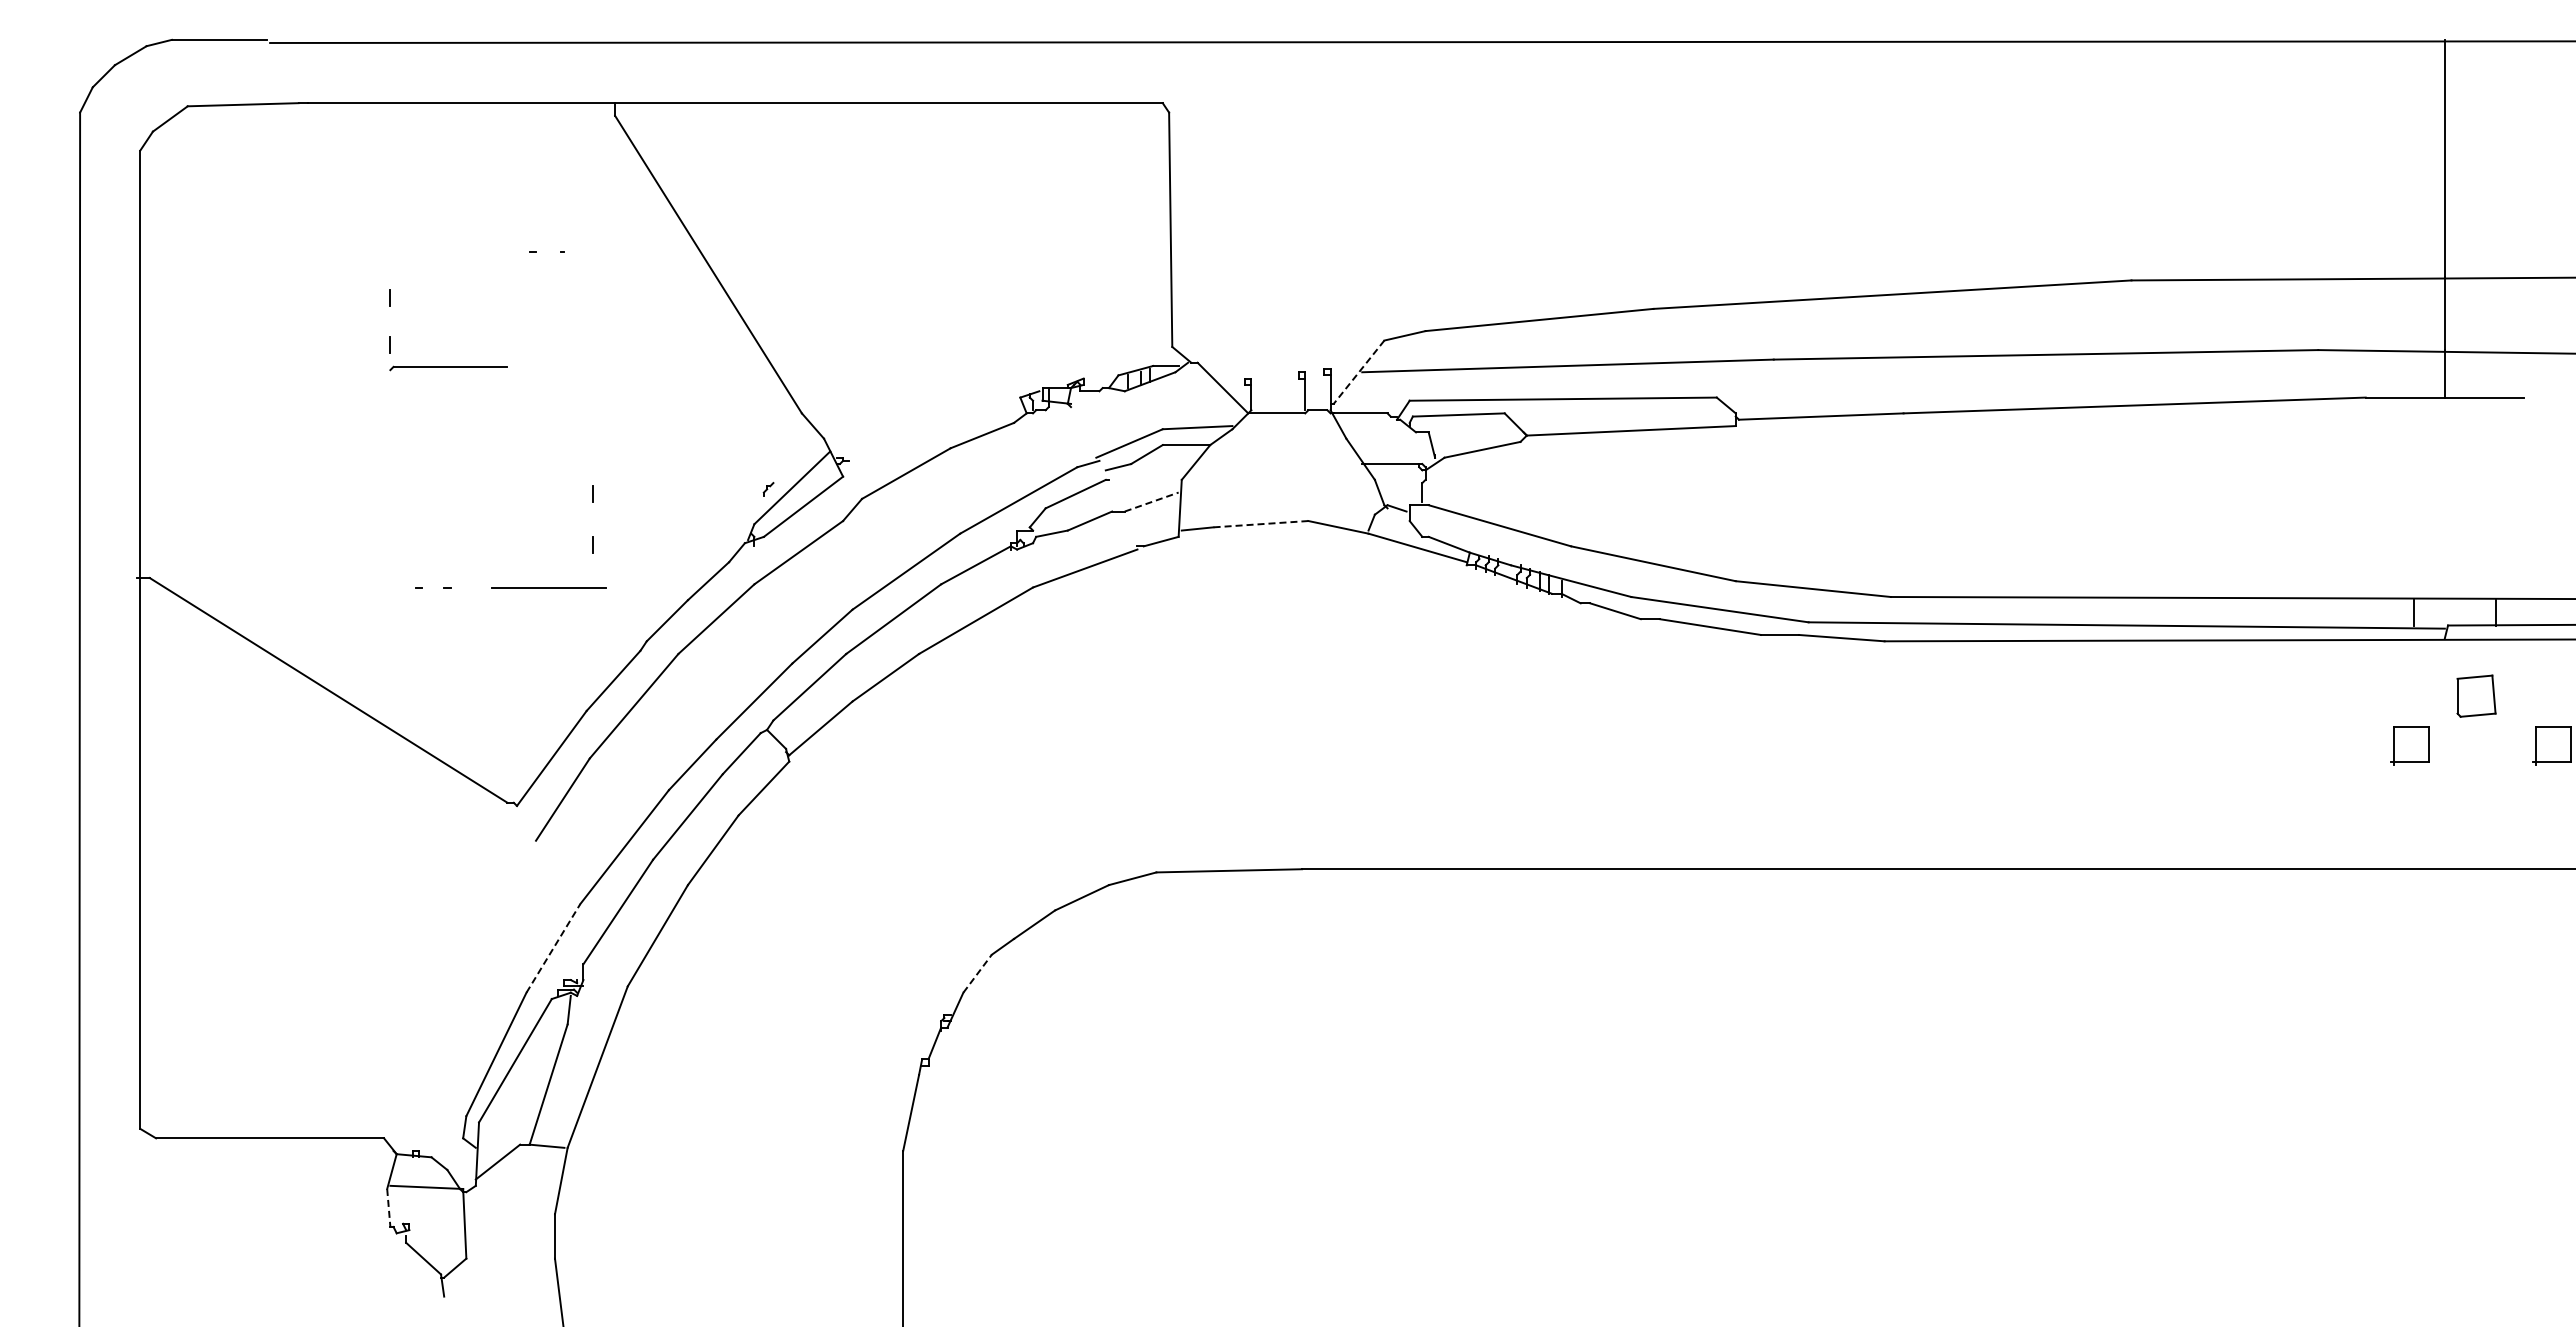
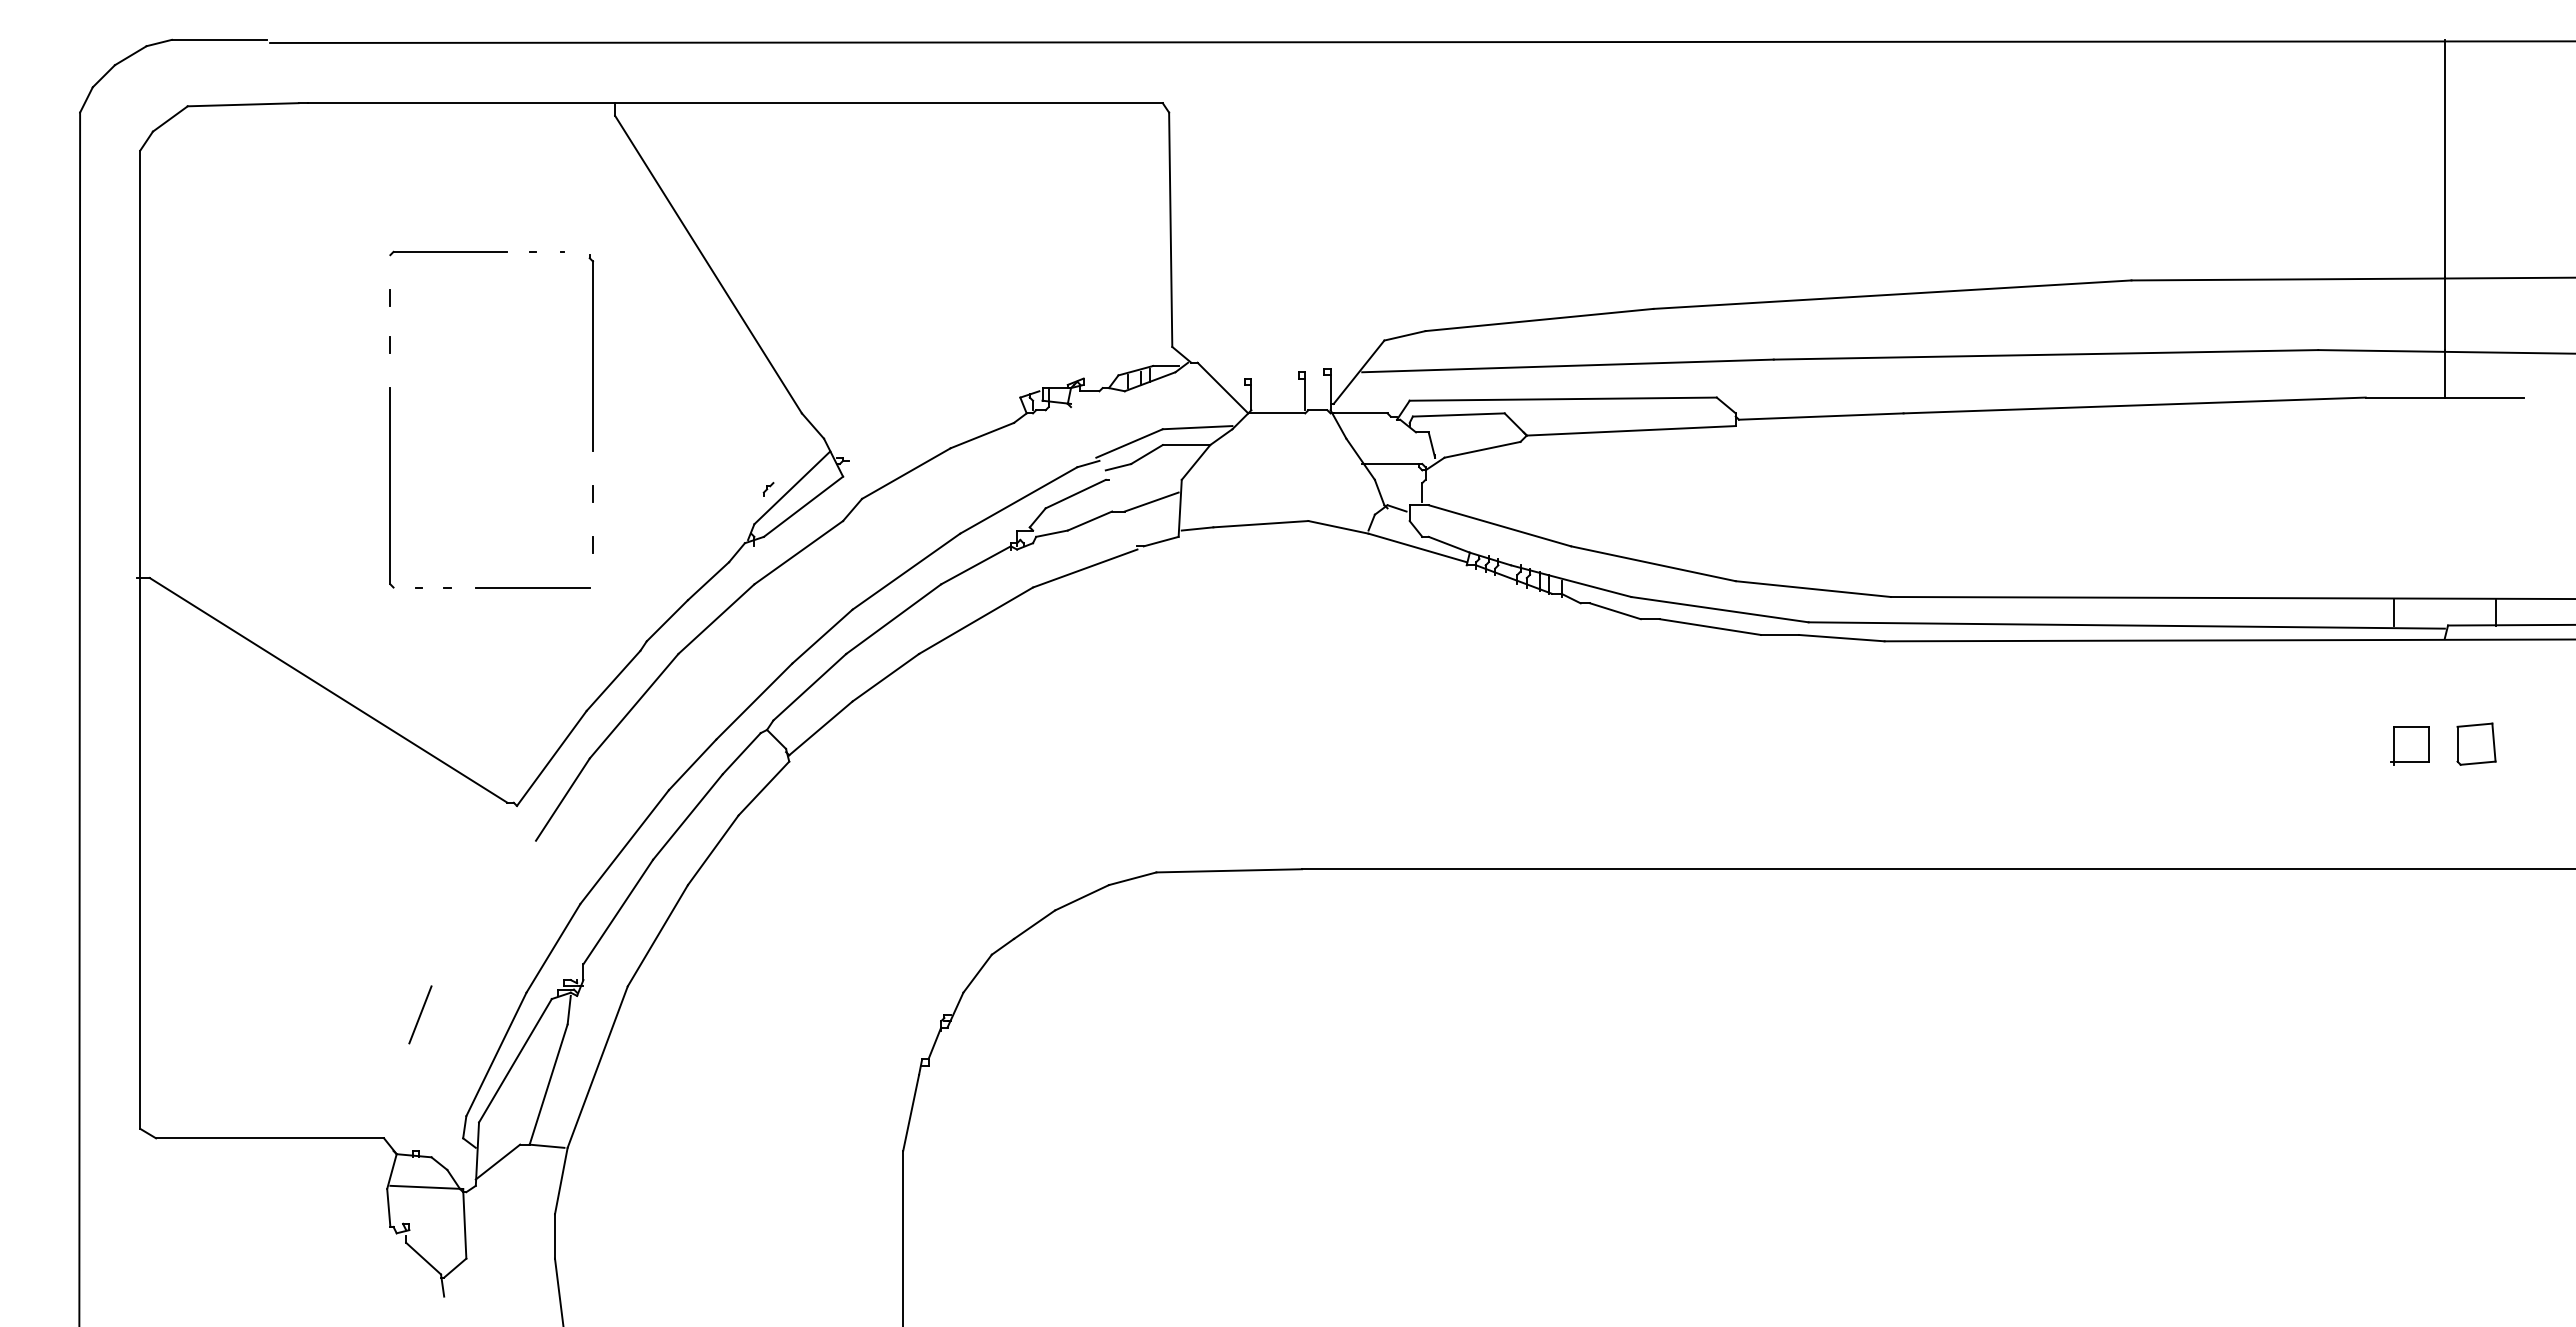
part at (591, 352): none -> present
part at (448, 368) position: (448, 368) -> (448, 253)
line at (1359, 372): dashed -> solid
part at (391, 487): none -> present
line at (1151, 502): dashed -> solid
line at (1260, 524): dashed -> solid
line at (548, 587) position: (548, 587) -> (532, 587)
line at (2414, 612) position: (2414, 612) -> (2394, 612)
part at (2476, 695) position: (2476, 695) -> (2476, 743)
part at (2551, 745): present -> none
line at (553, 948): dashed -> solid
line at (977, 973): dashed -> solid
line at (420, 1014): none -> present
line at (388, 1208): dashed -> solid
